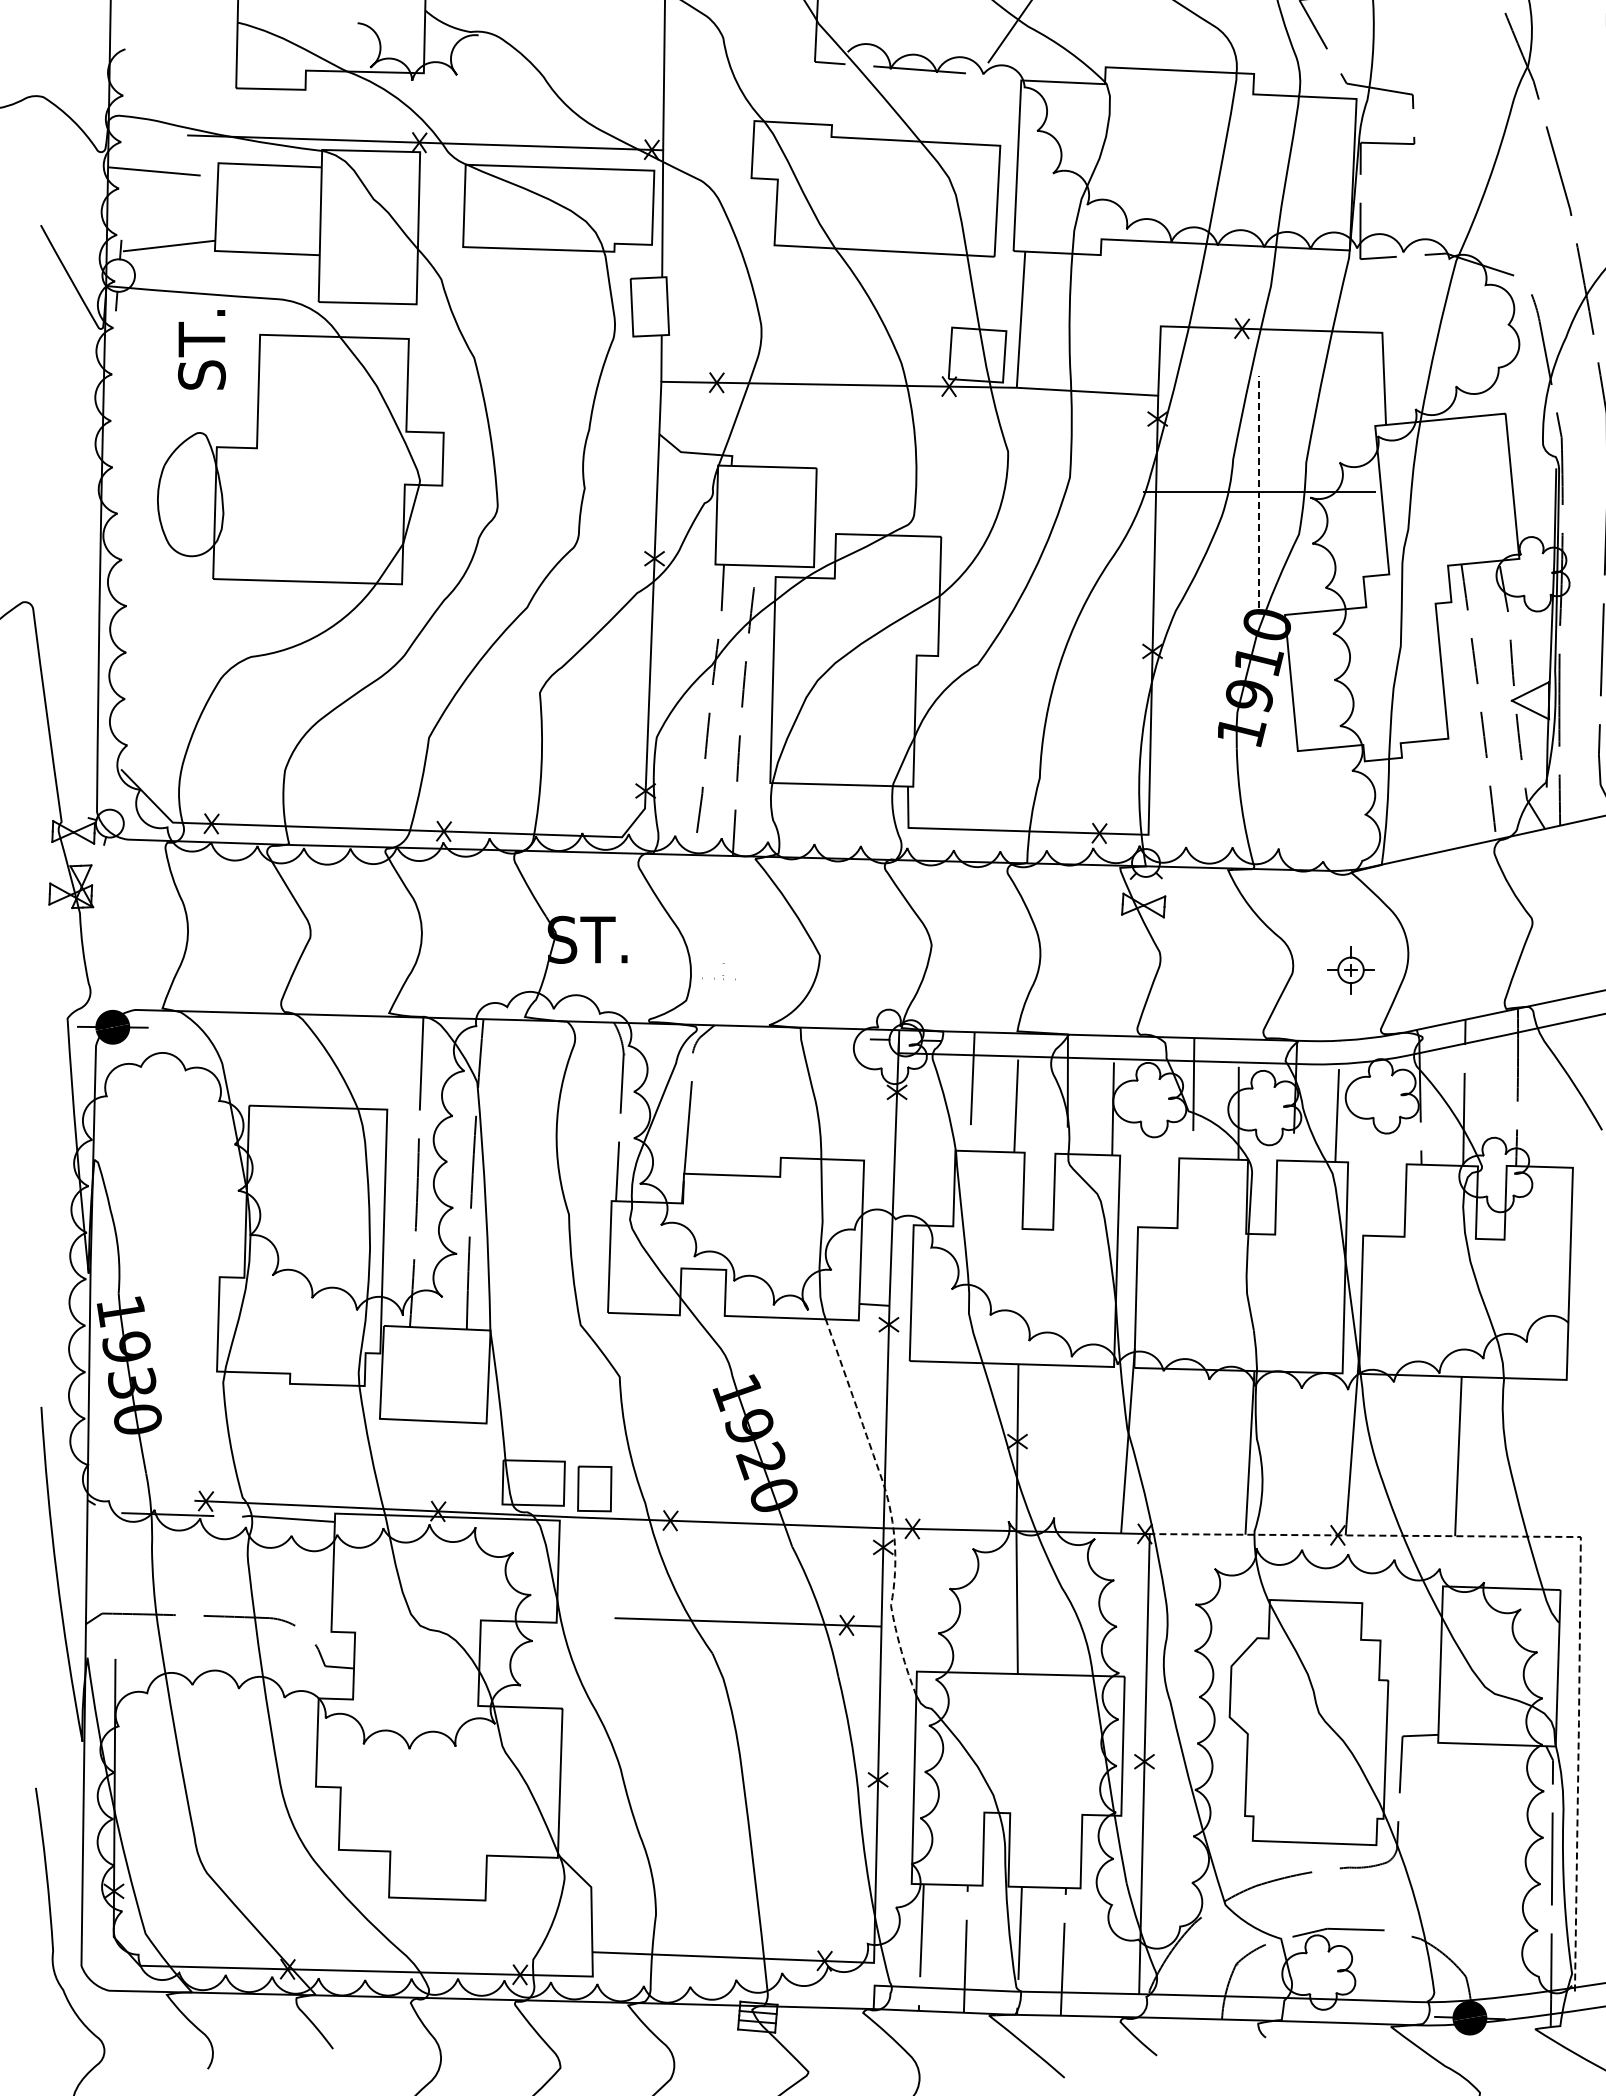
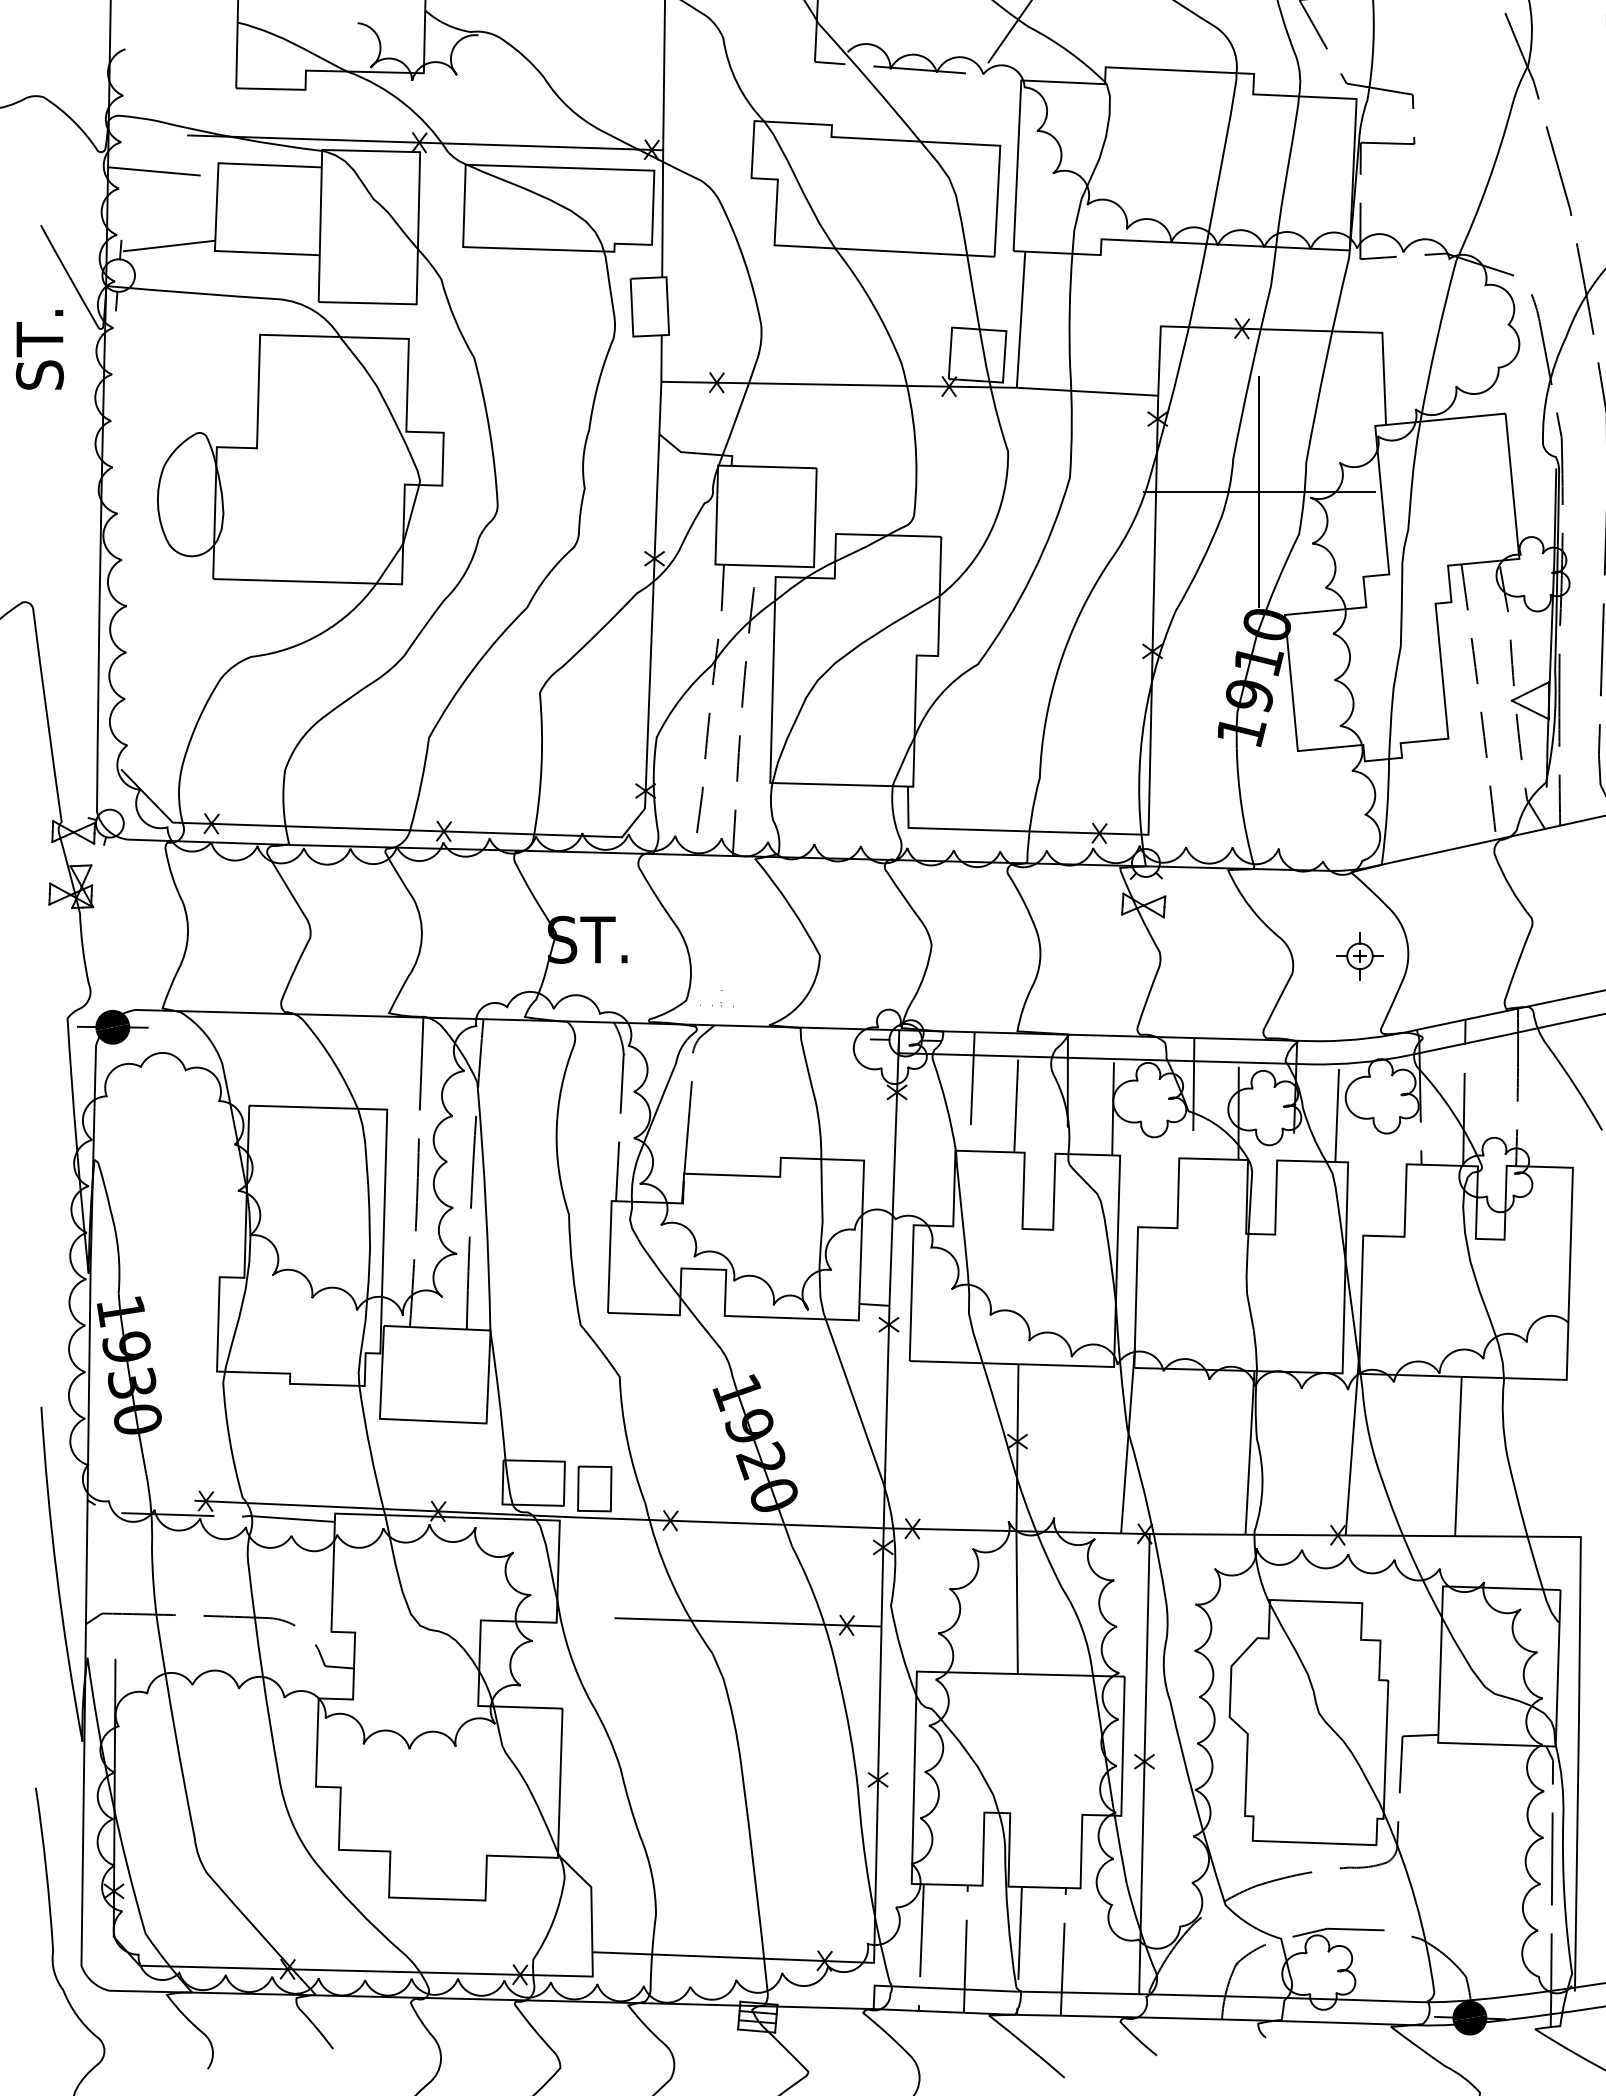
text at (201, 349) position: (201, 349) -> (39, 349)
line at (1259, 491): dashed -> solid
part at (1350, 970) position: (1350, 970) -> (1359, 956)
part at (718, 971) position: (718, 971) -> (716, 998)
line at (890, 1512): dashed -> solid
line at (1580, 1548): dashed -> solid
